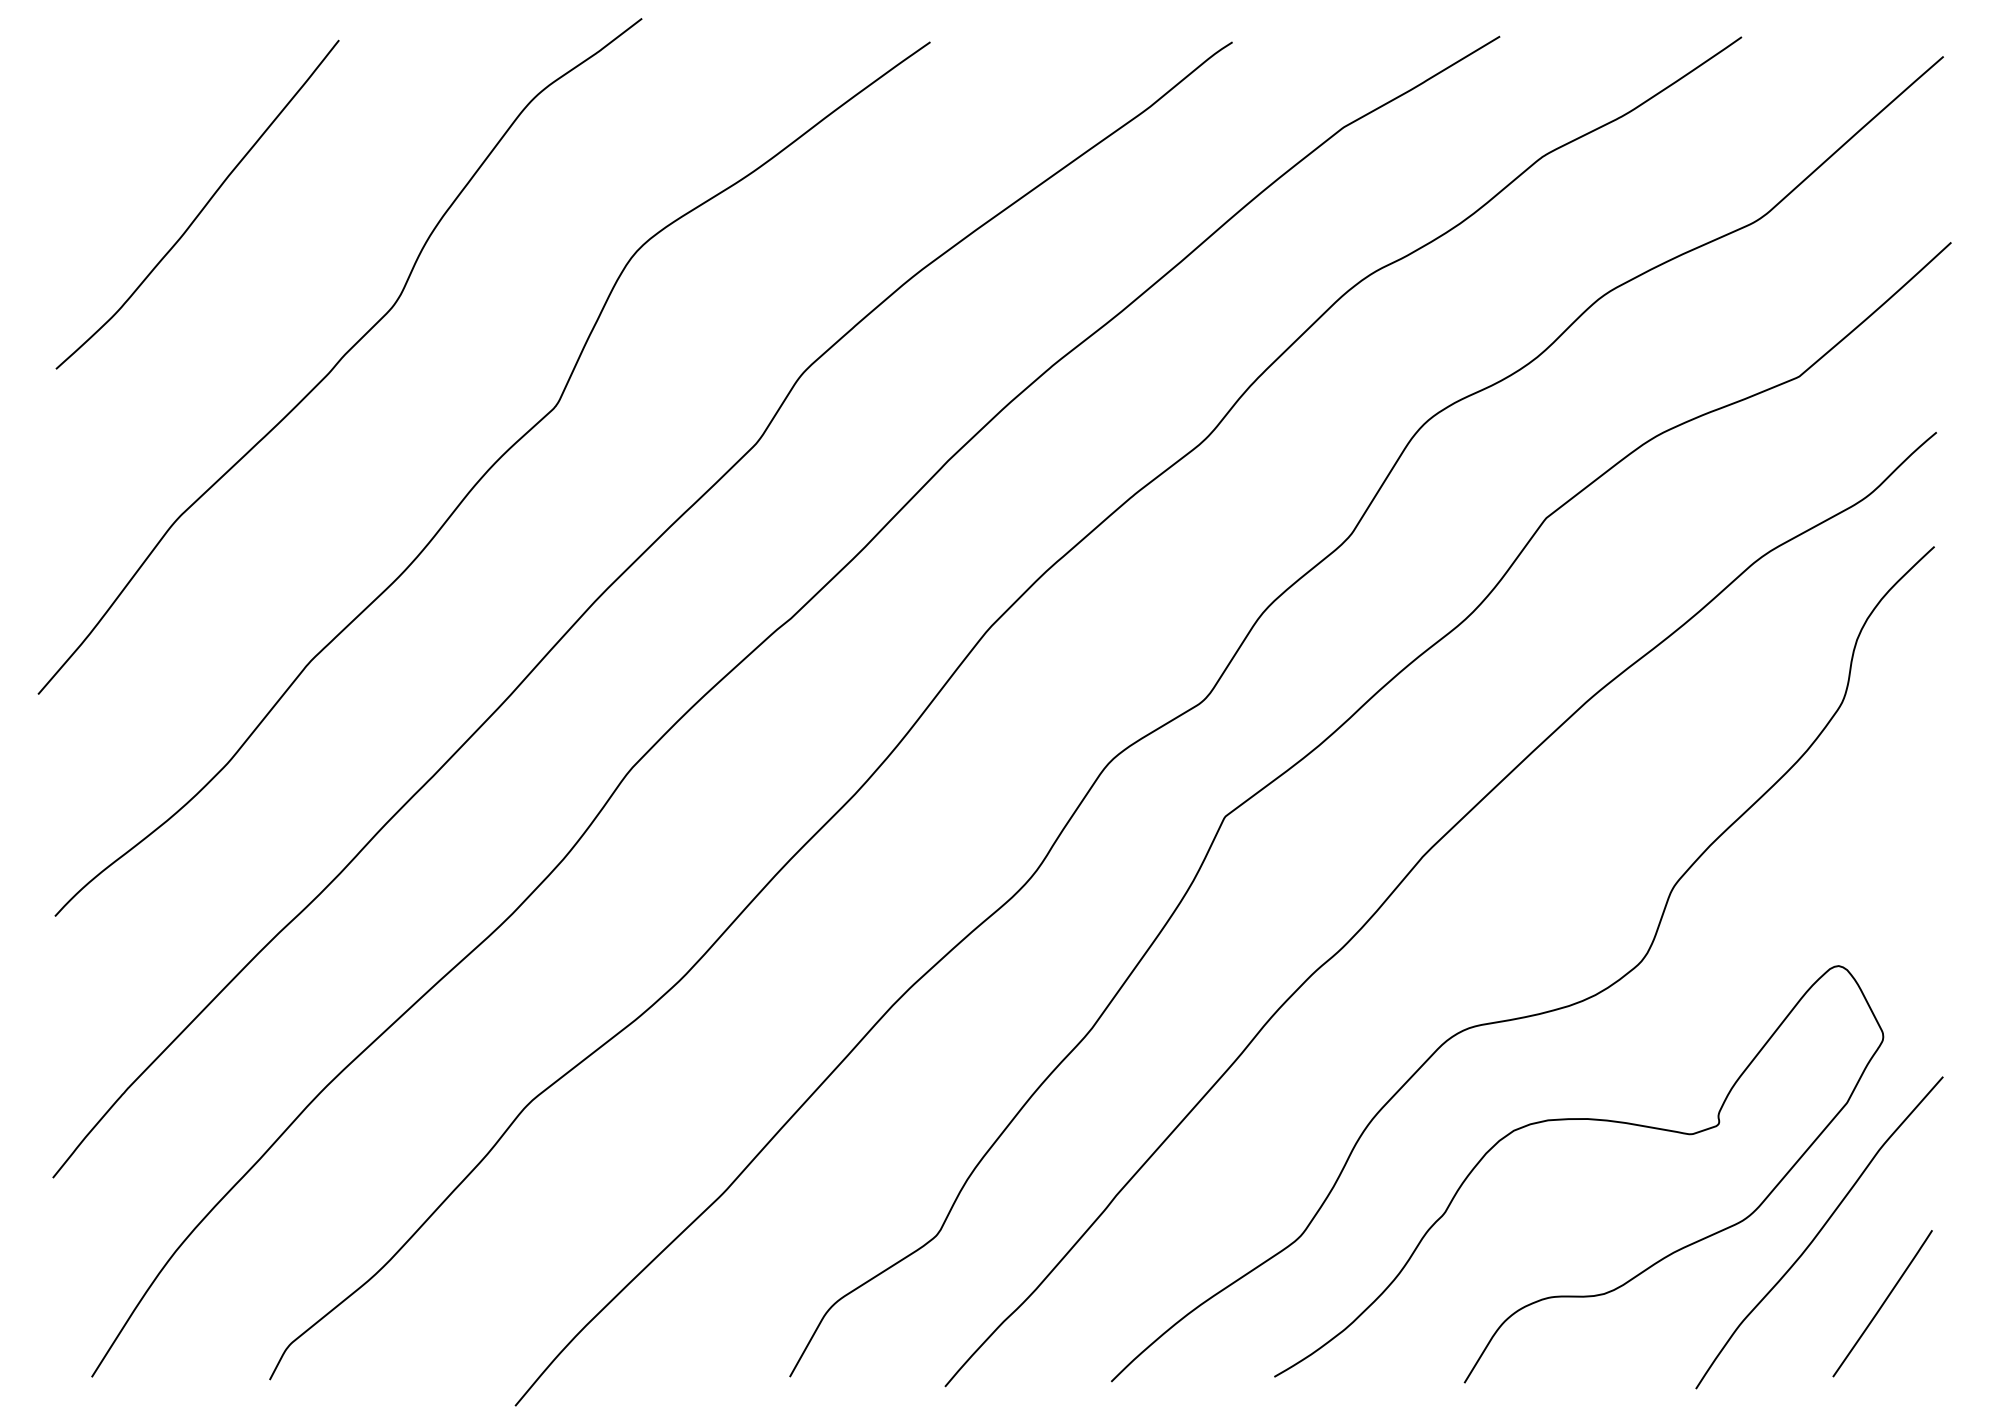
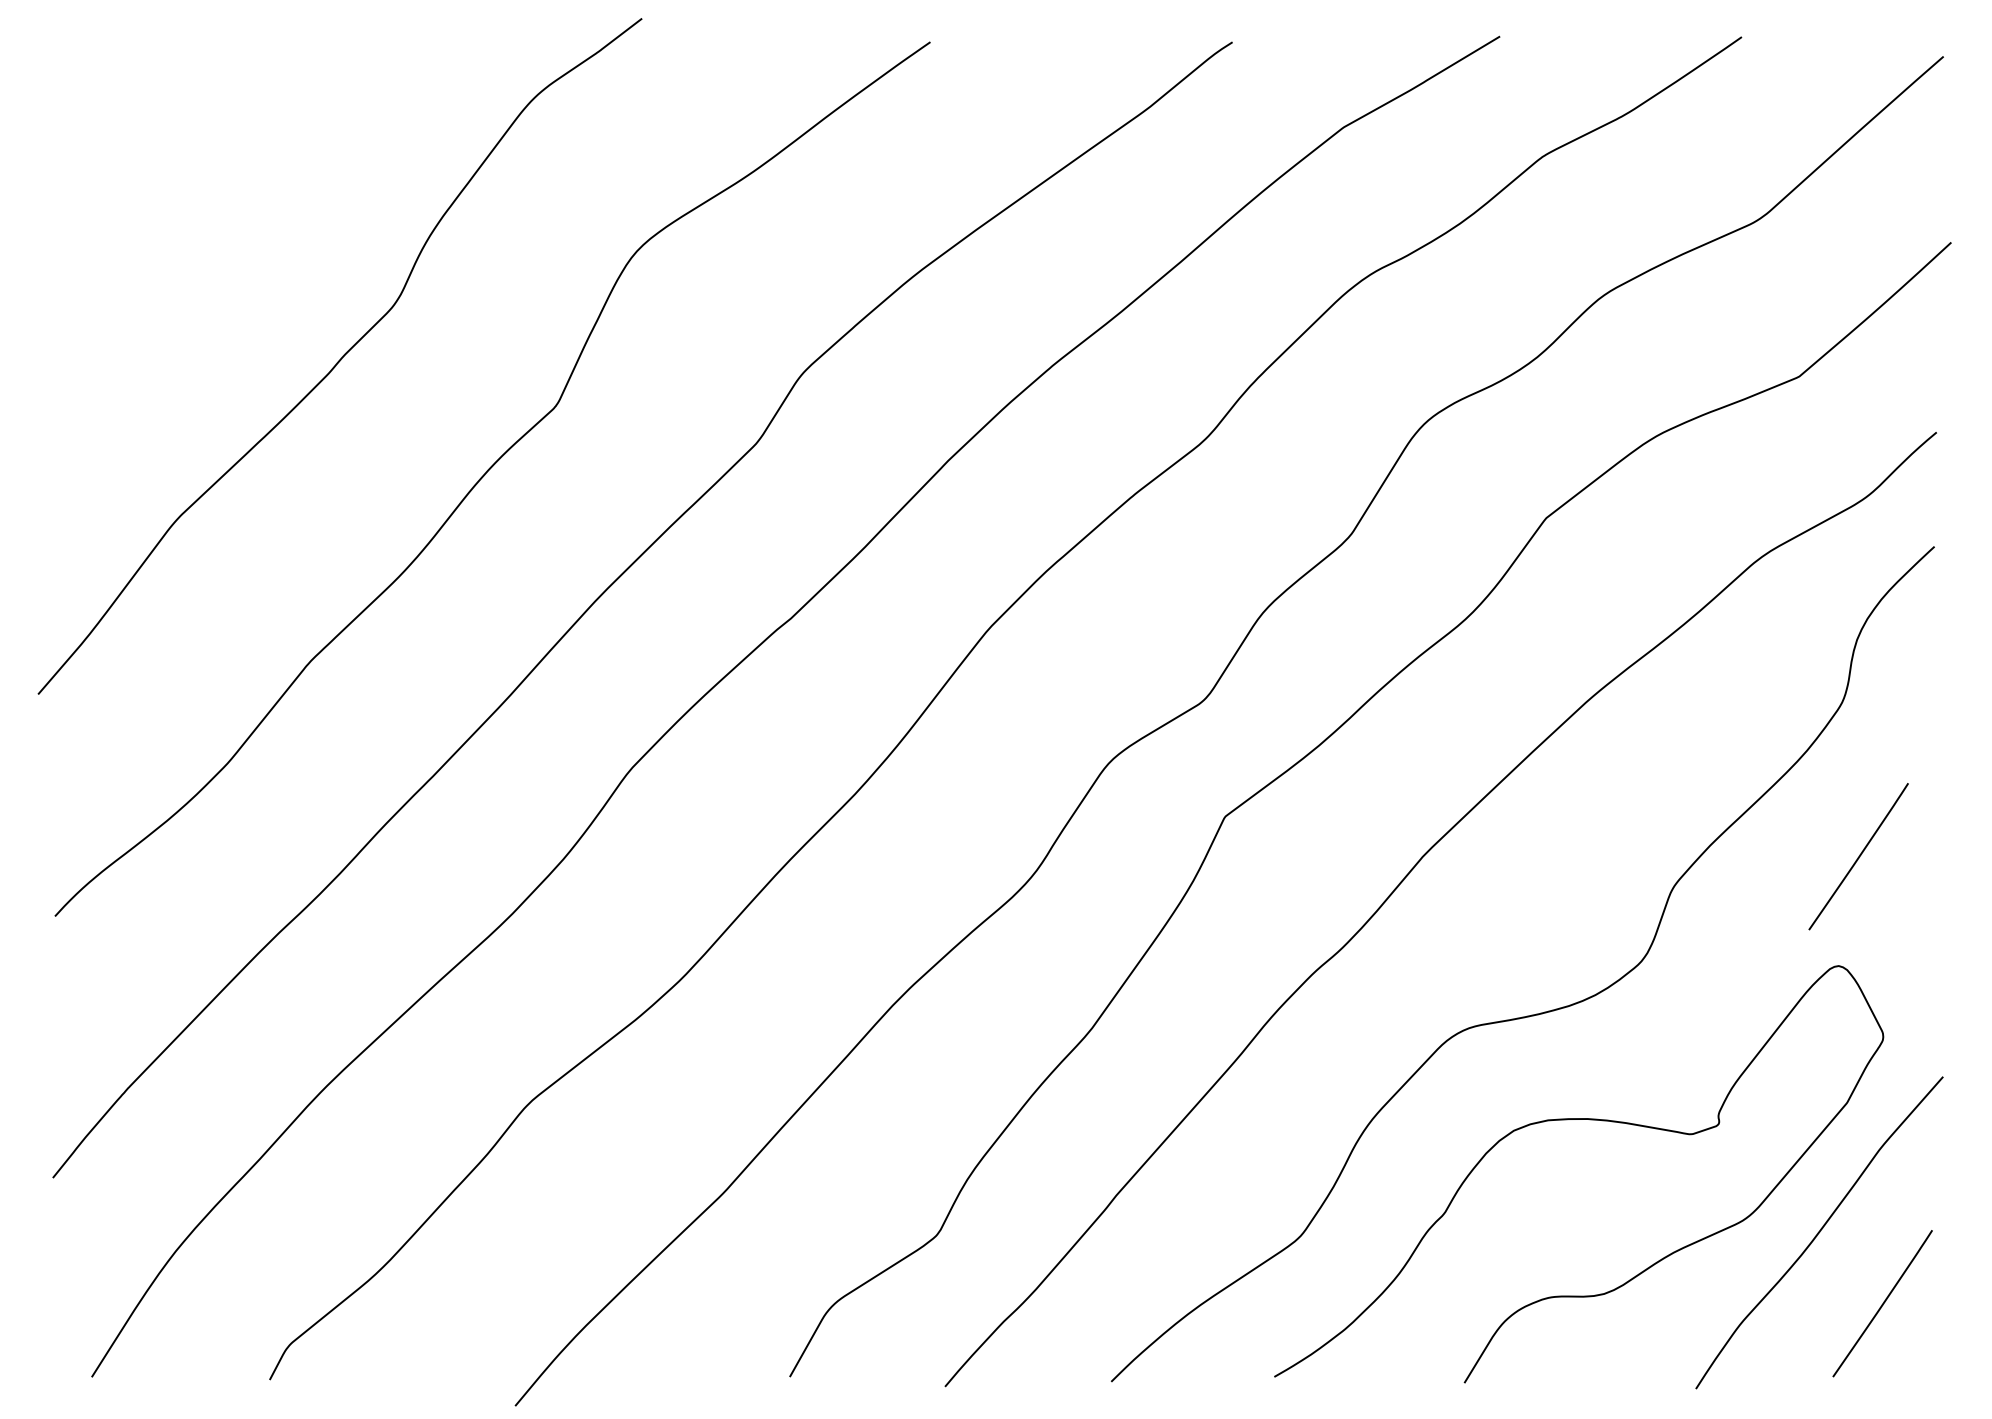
curve at (203, 206): present -> none
line at (1858, 856): none -> present
